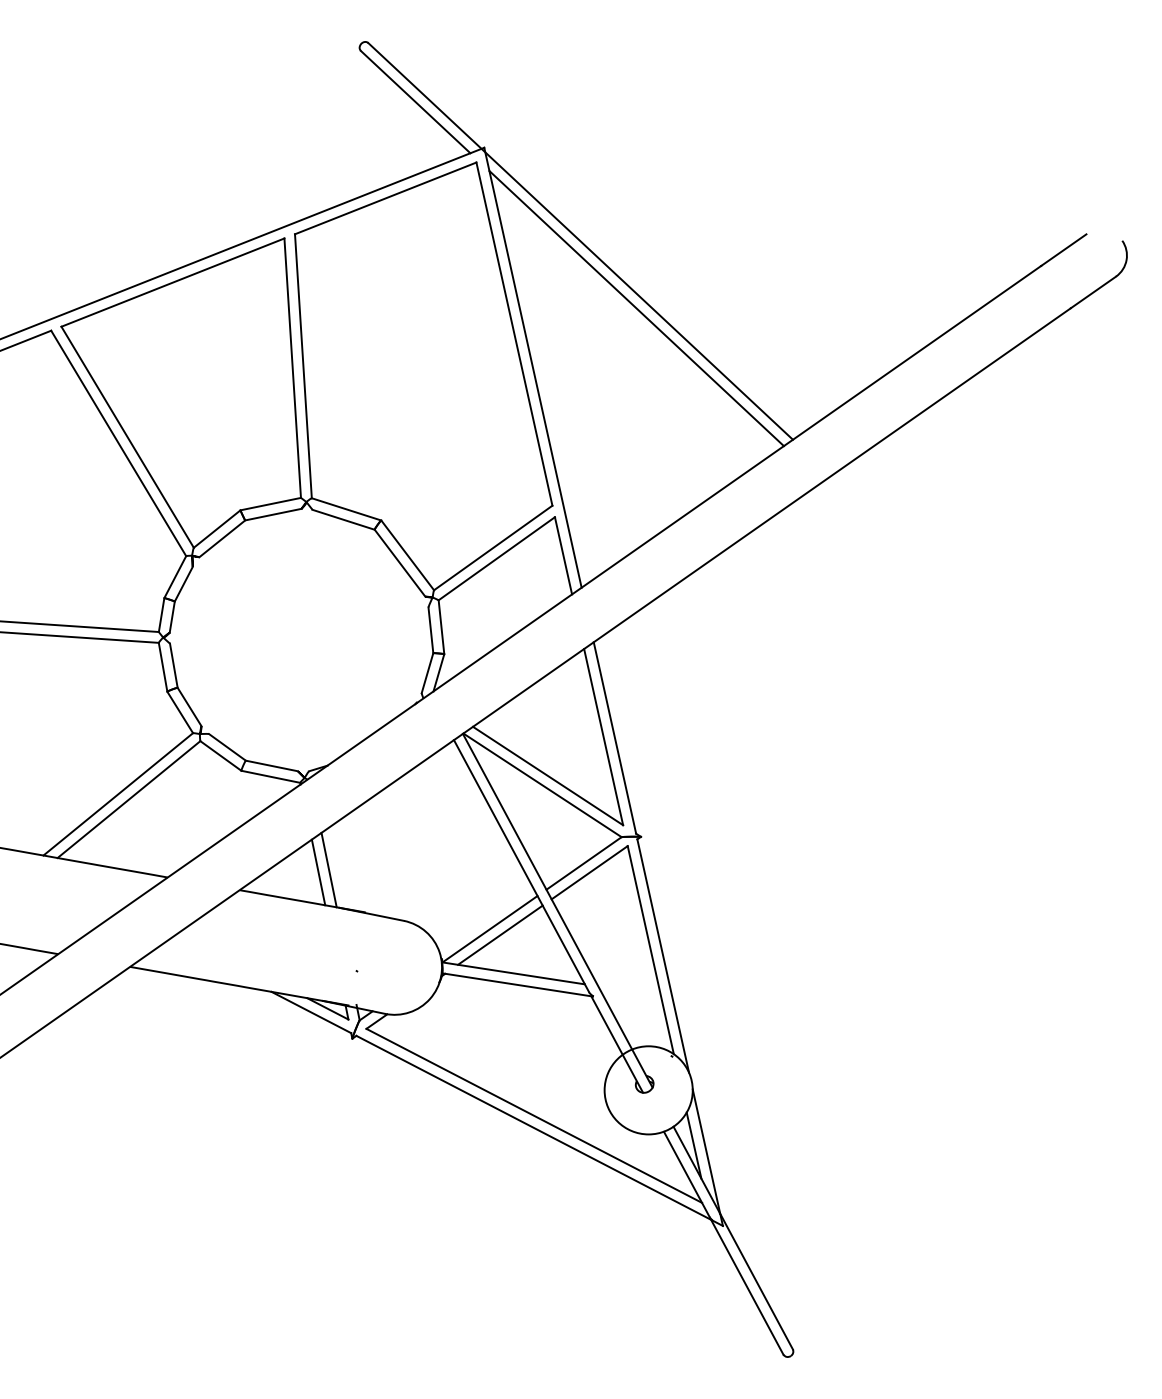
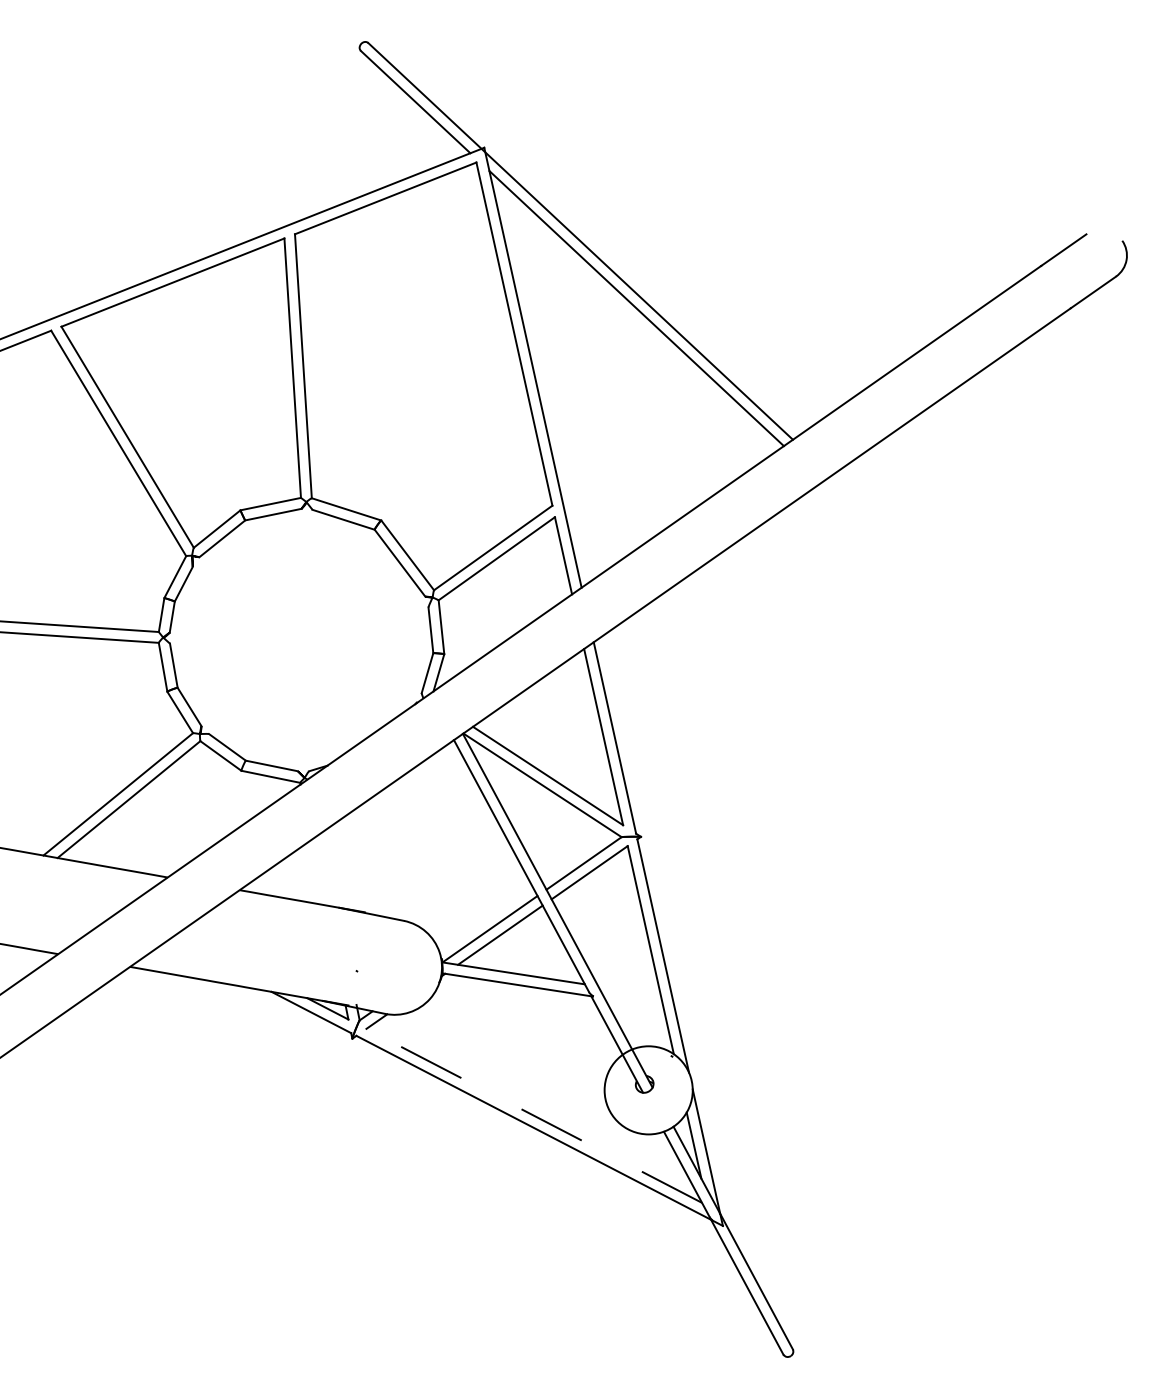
line at (328, 869): present -> none
line at (318, 872): present -> none
line at (533, 1115): solid -> dashed
